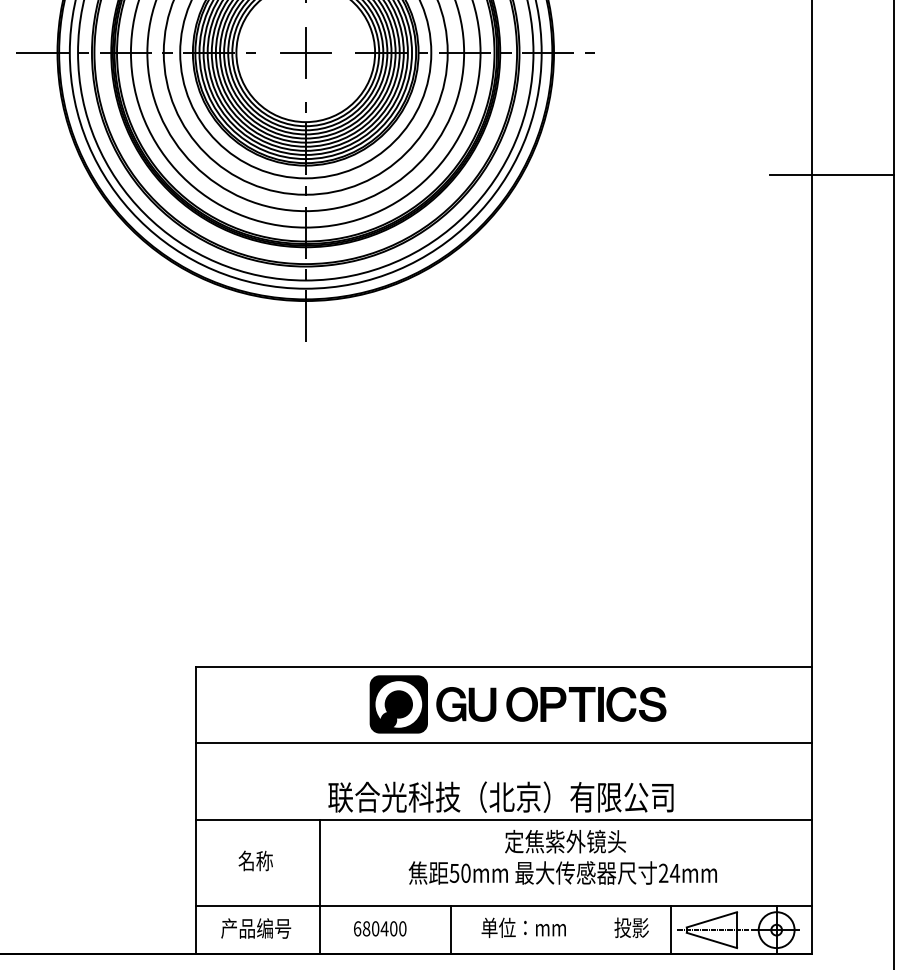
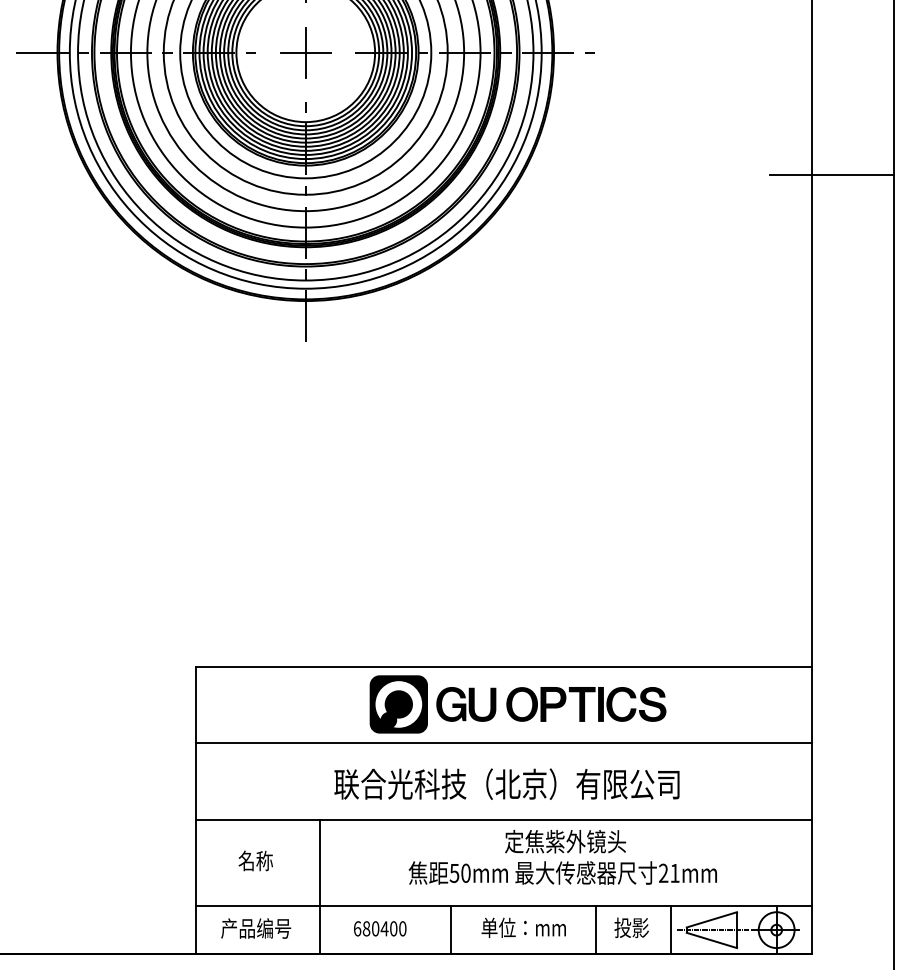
text at (500, 796) position: (500, 796) -> (506, 783)
text at (674, 873): 24mm -> 21mm
line at (595, 930): none -> present
